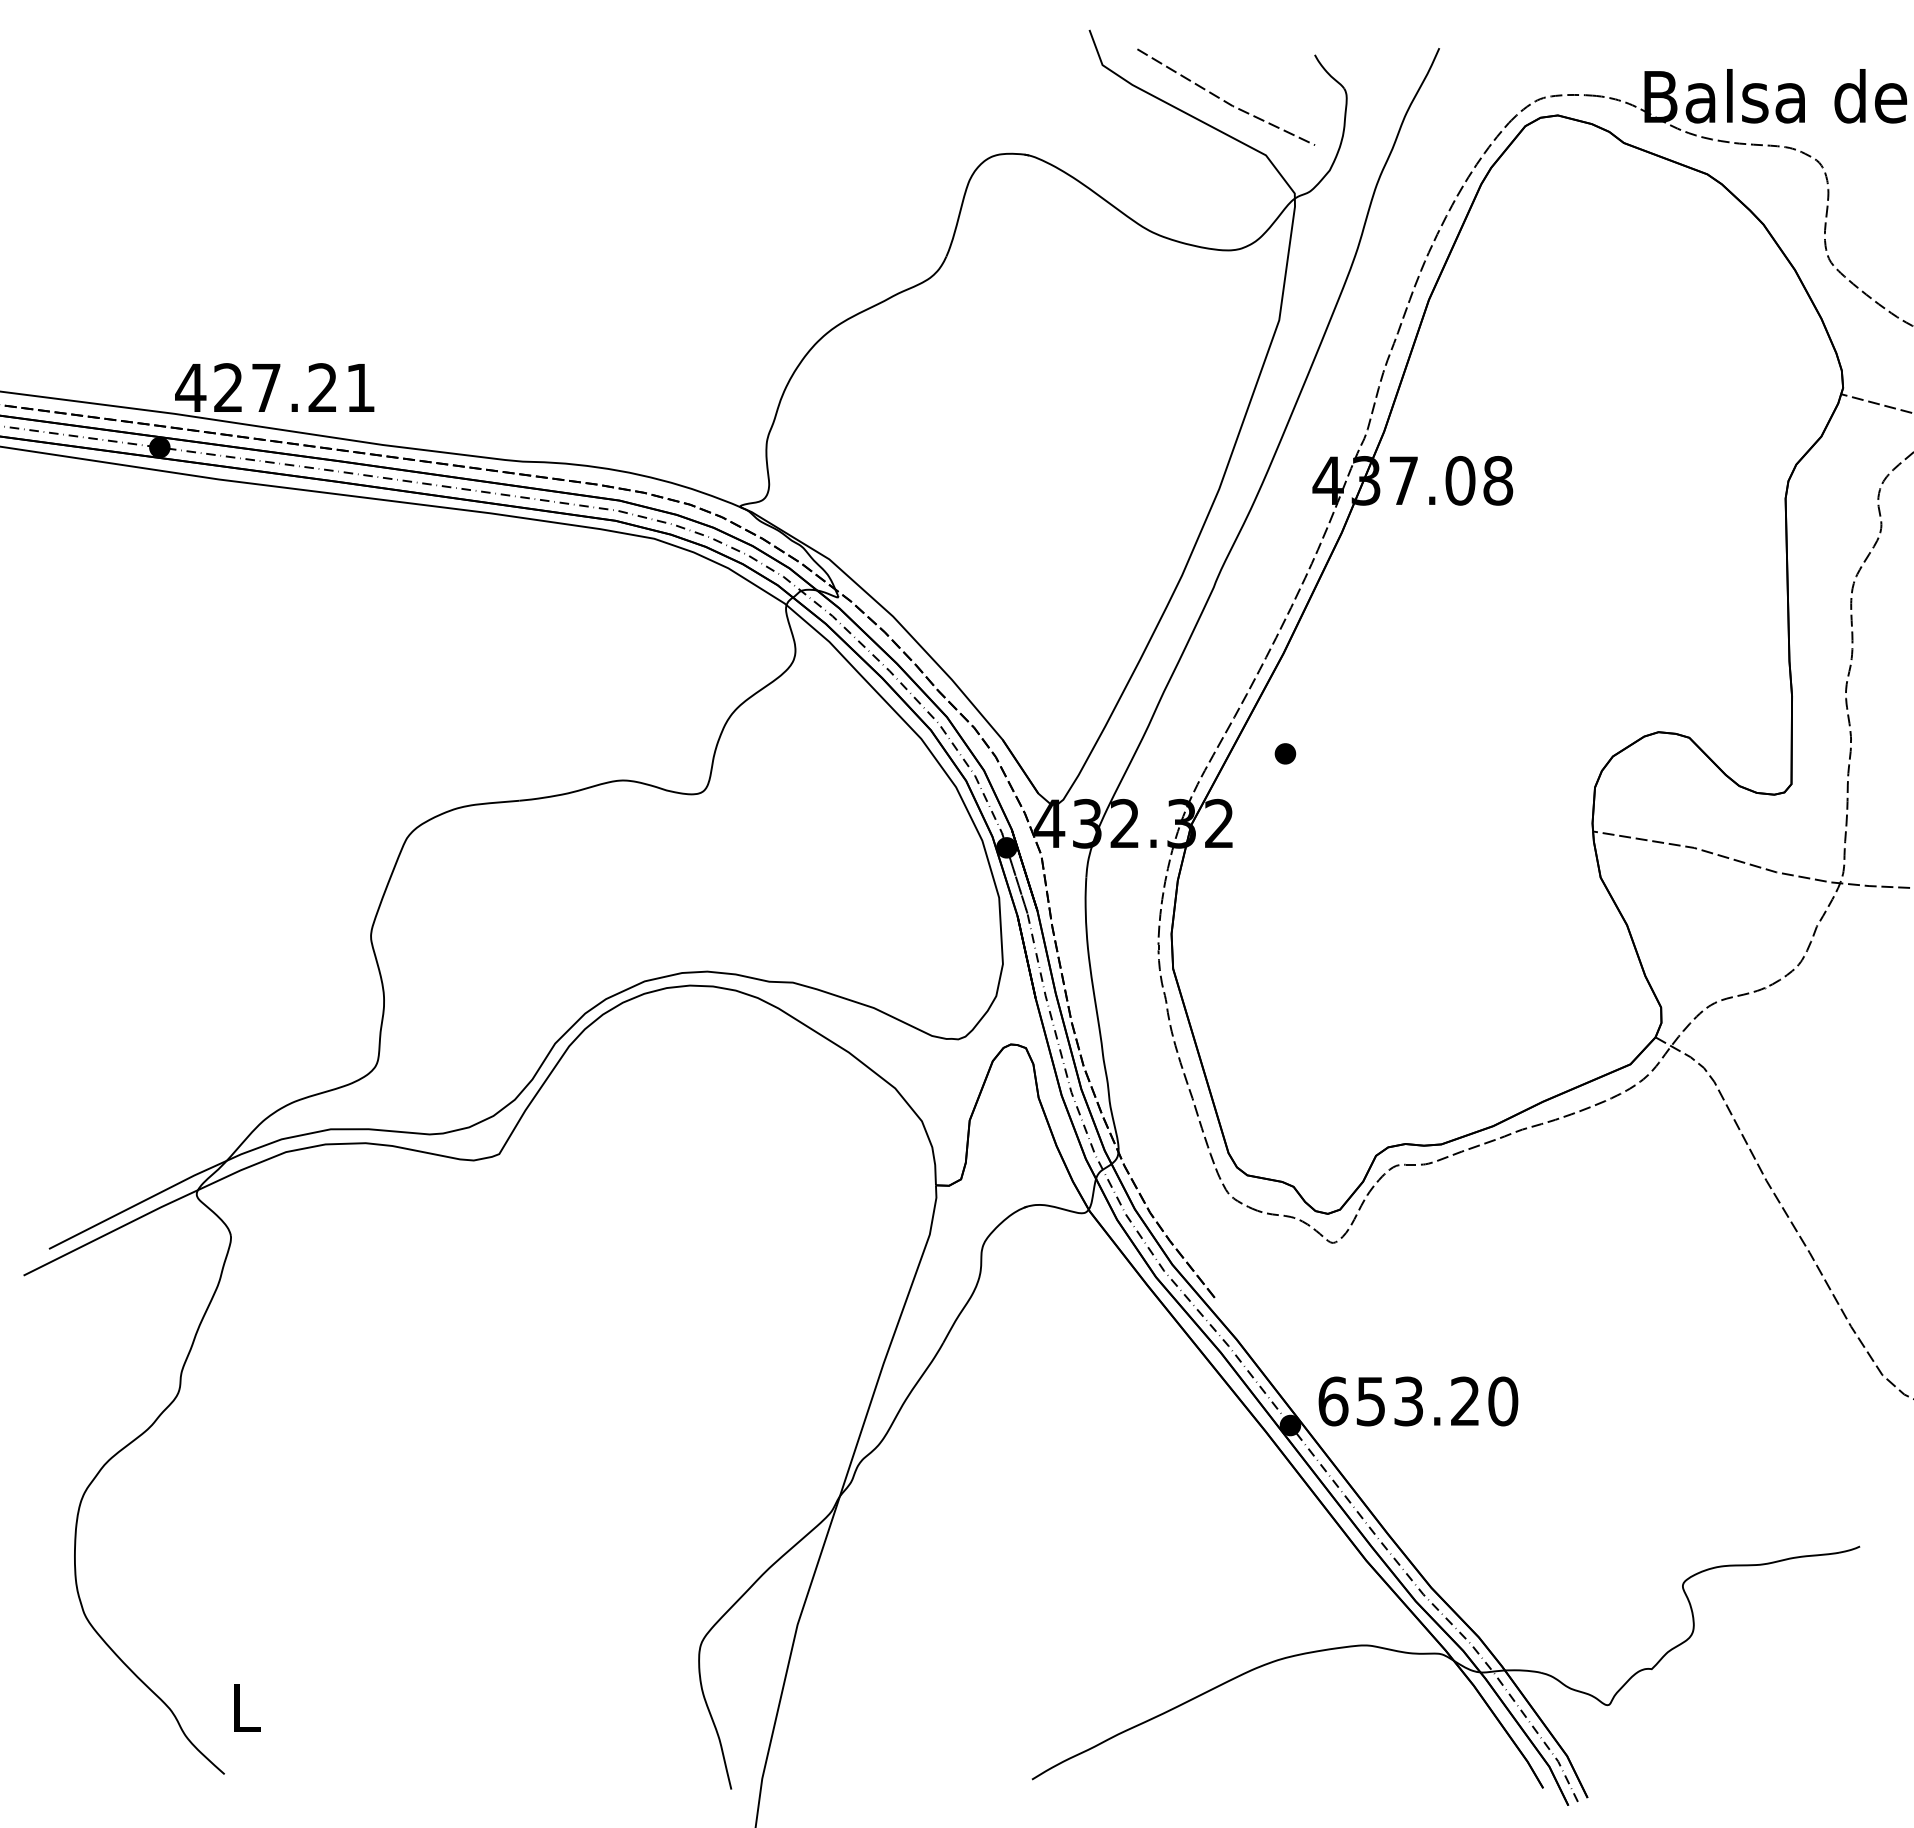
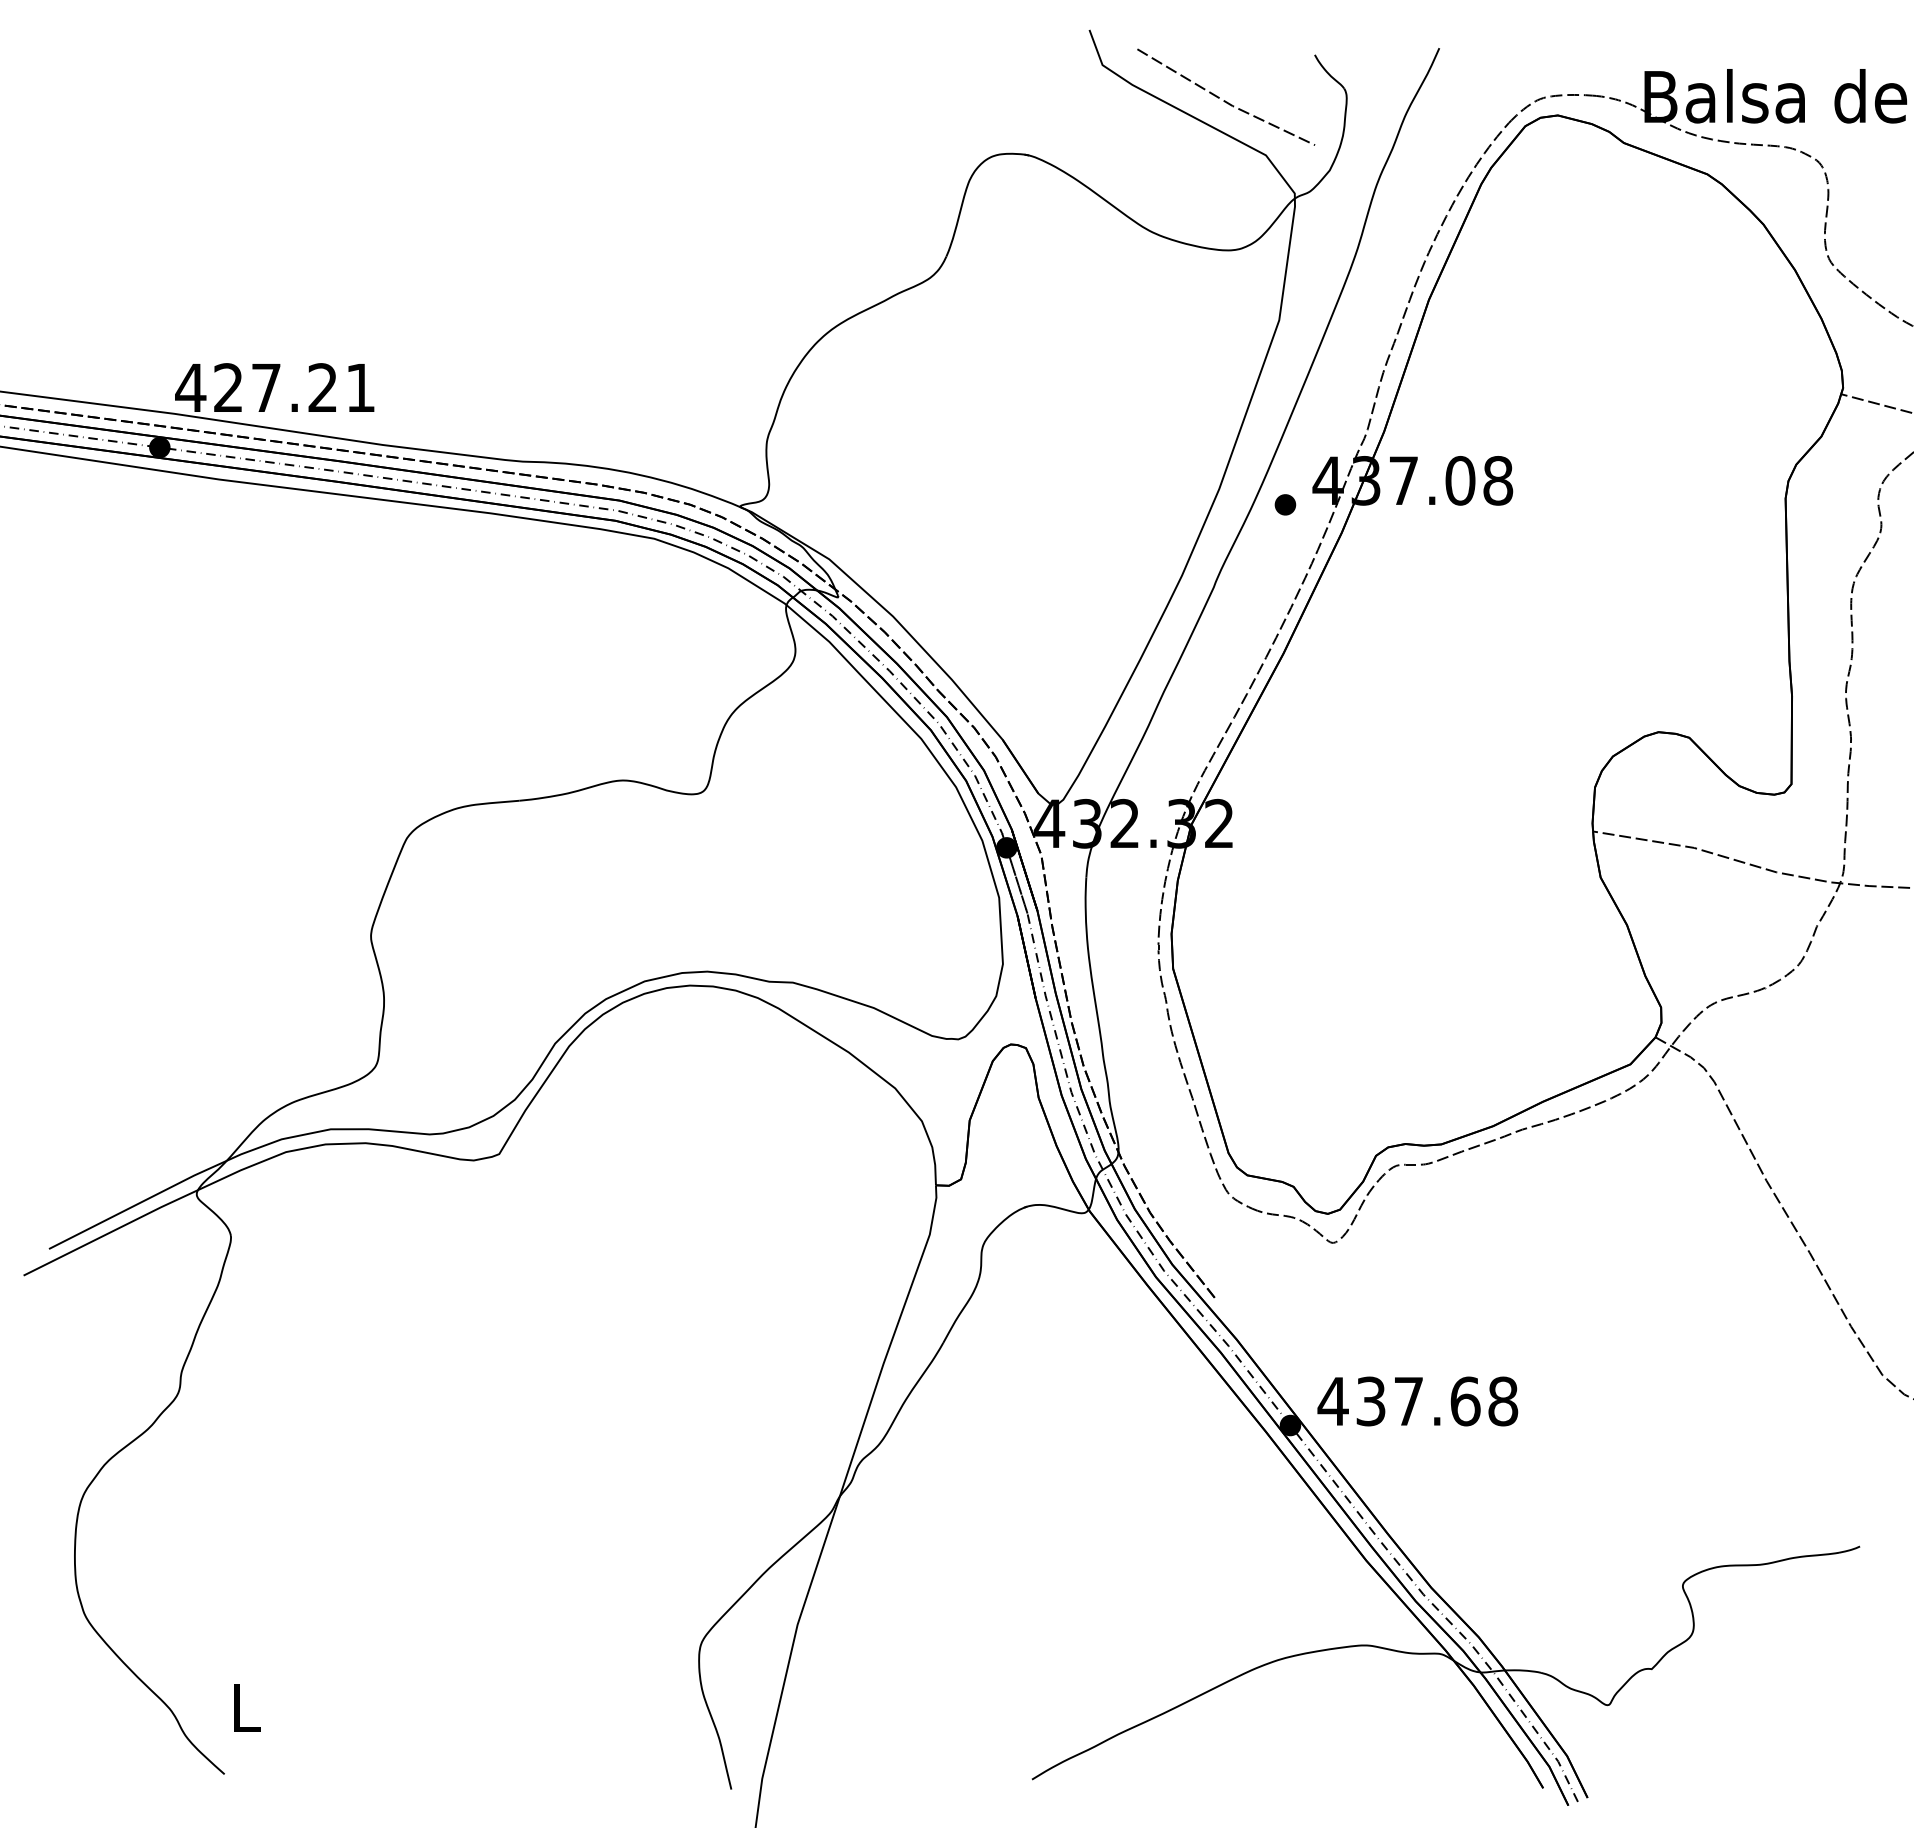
part at (1285, 753) position: (1285, 753) -> (1285, 504)
text at (1417, 1401): 653.20 -> 437.68
